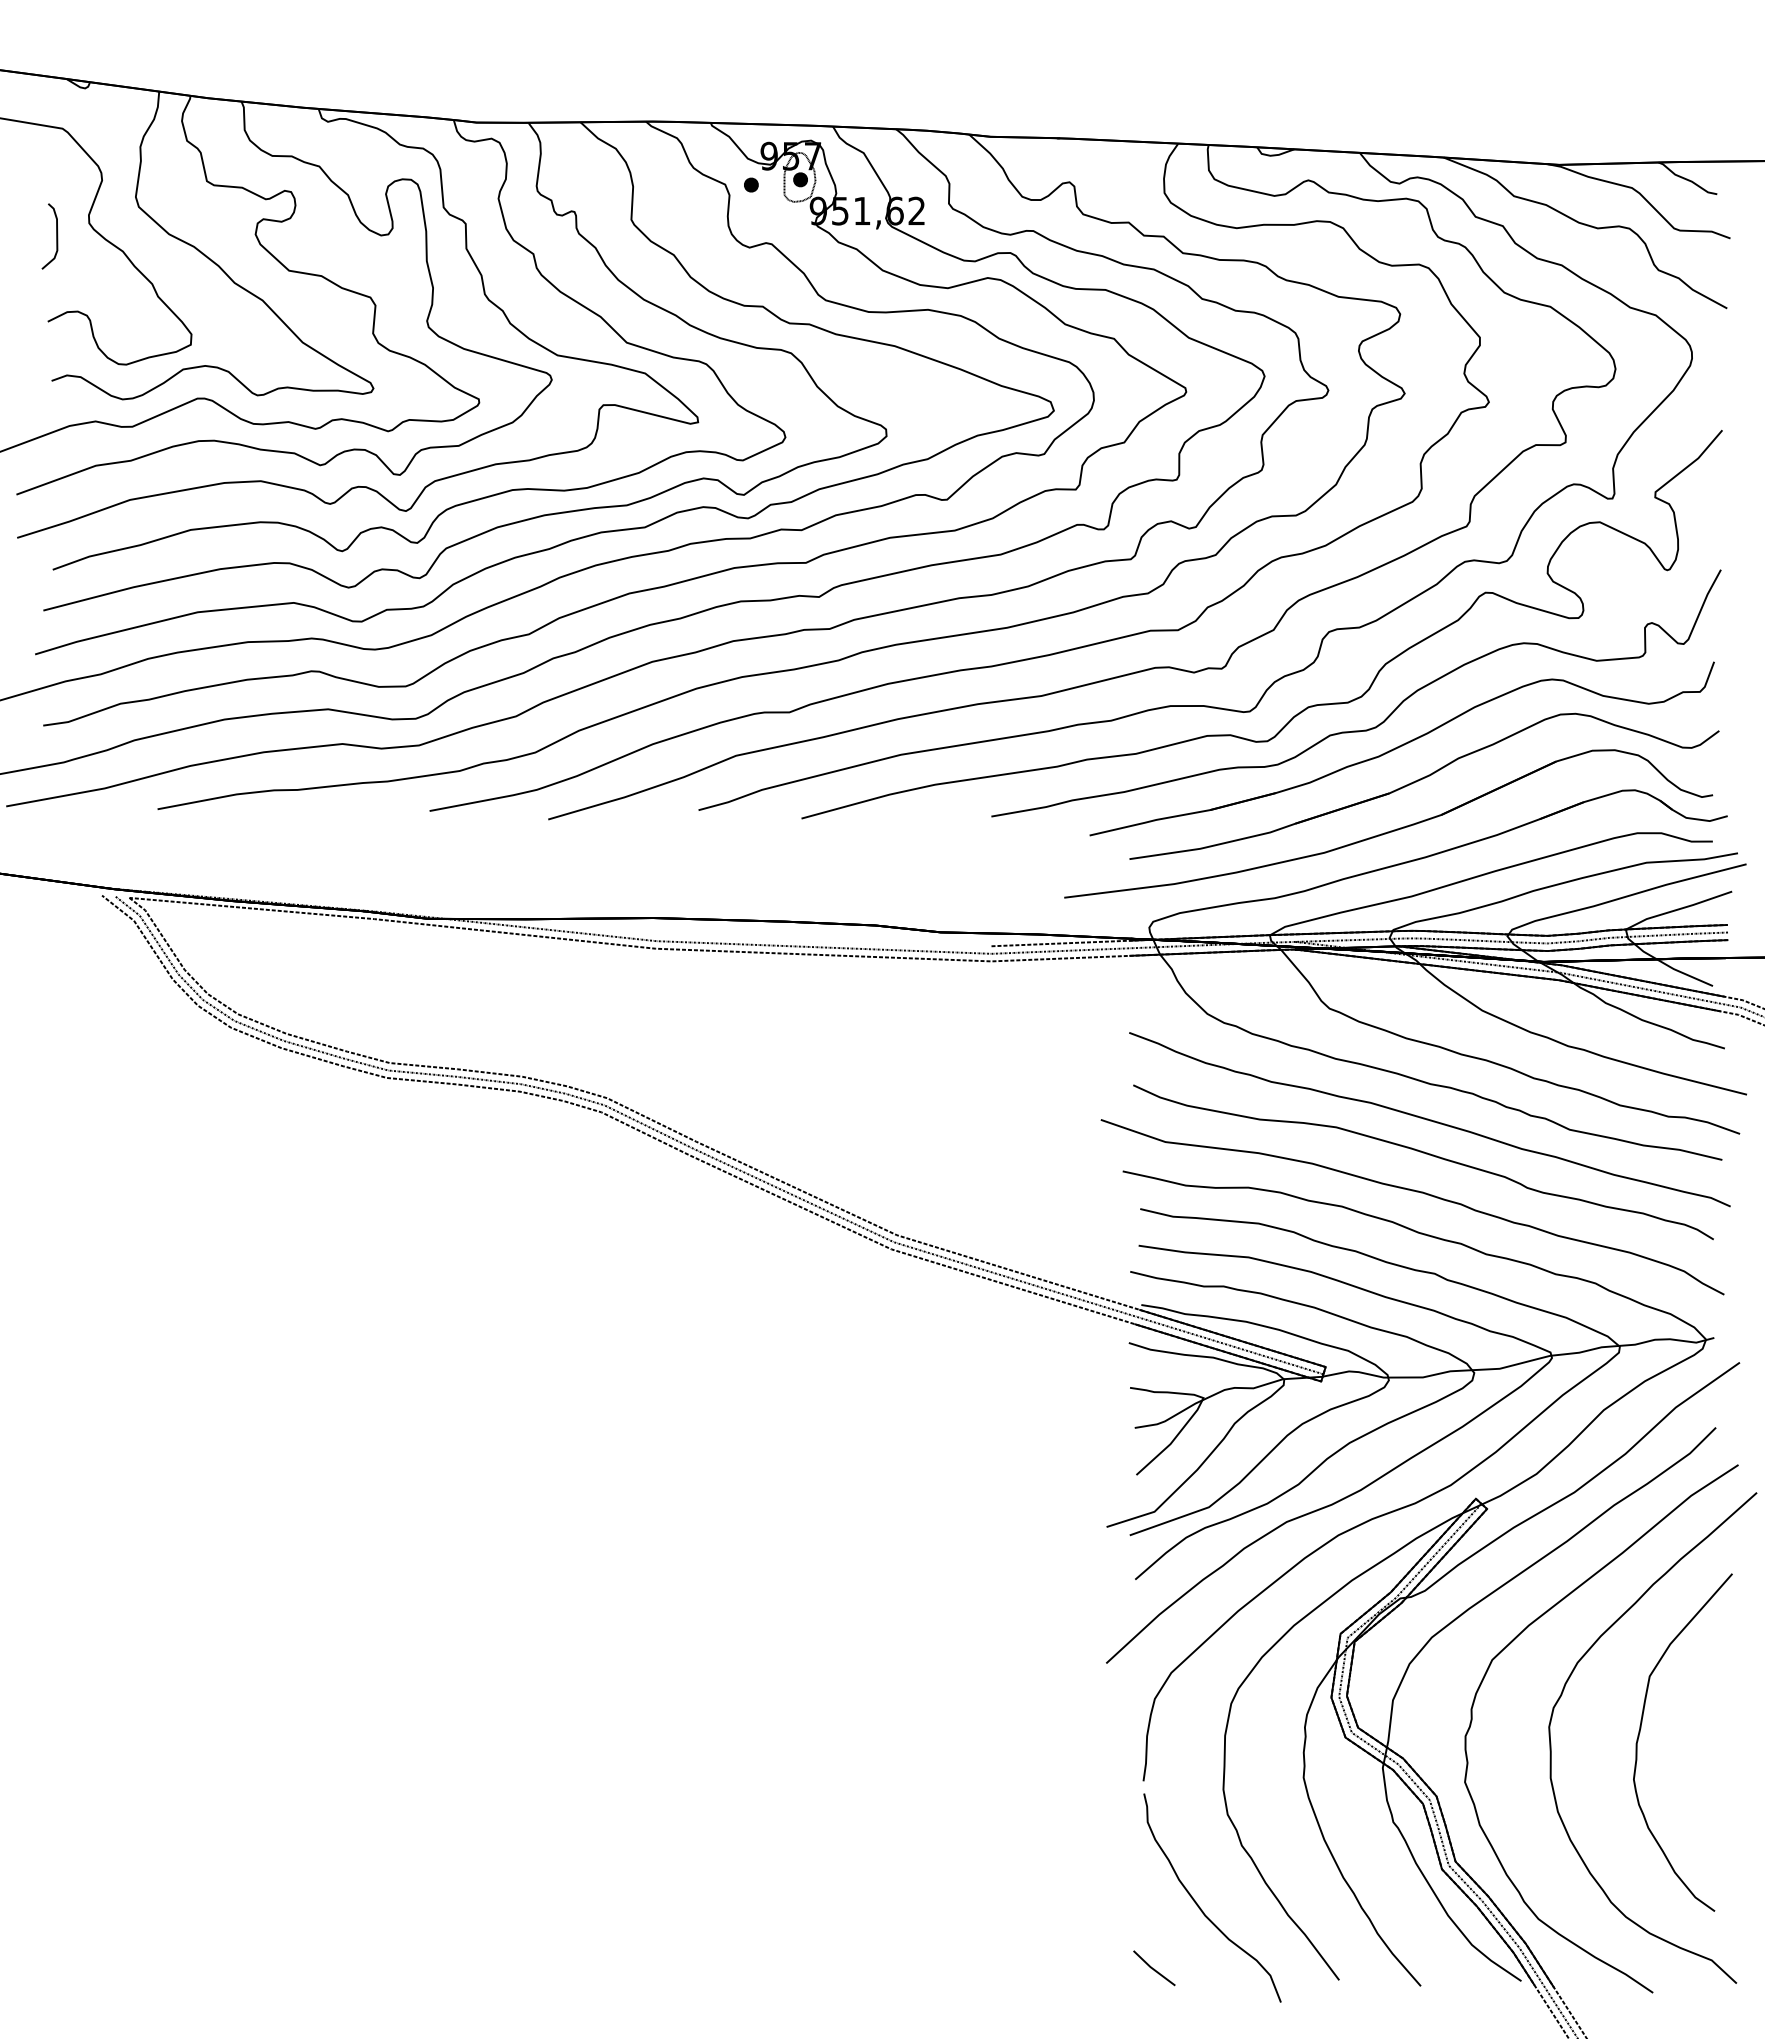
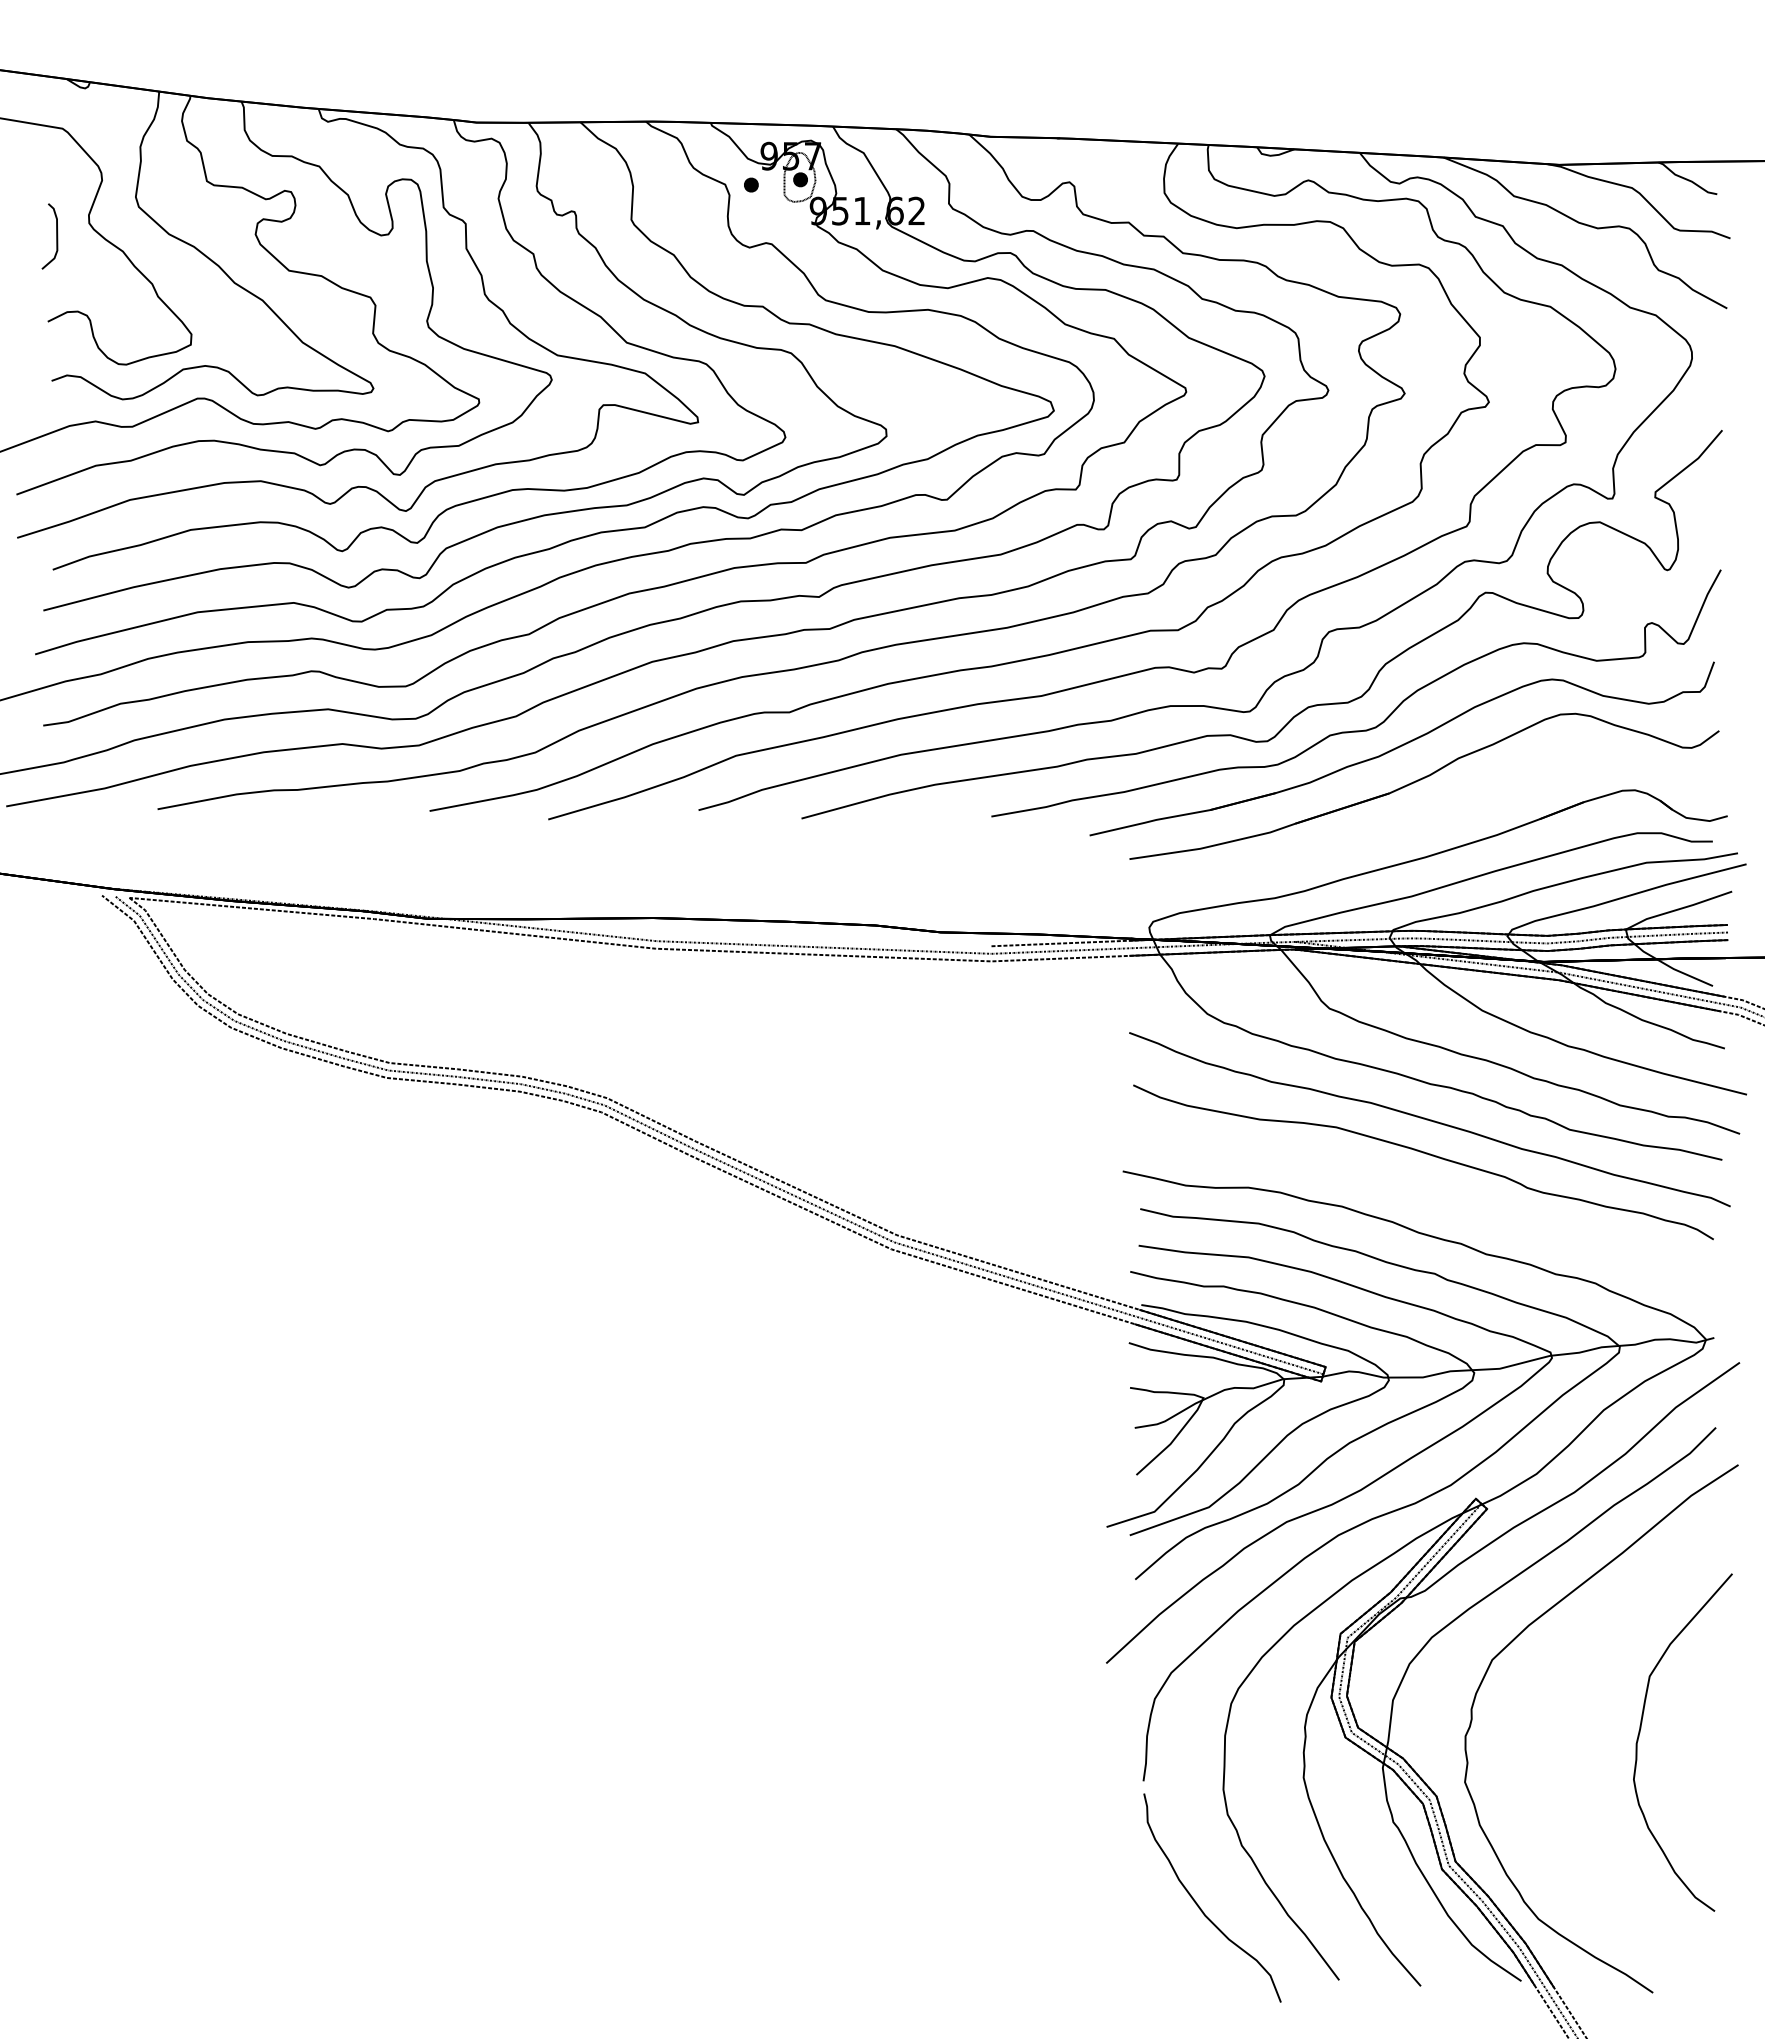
part at (1390, 830): present -> none
curve at (1416, 1192): present -> none
curve at (1563, 1692): present -> none
line at (1154, 1968): present -> none
